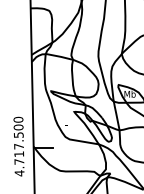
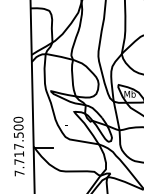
text at (19, 173): 4.717.500 -> 7.717.500
